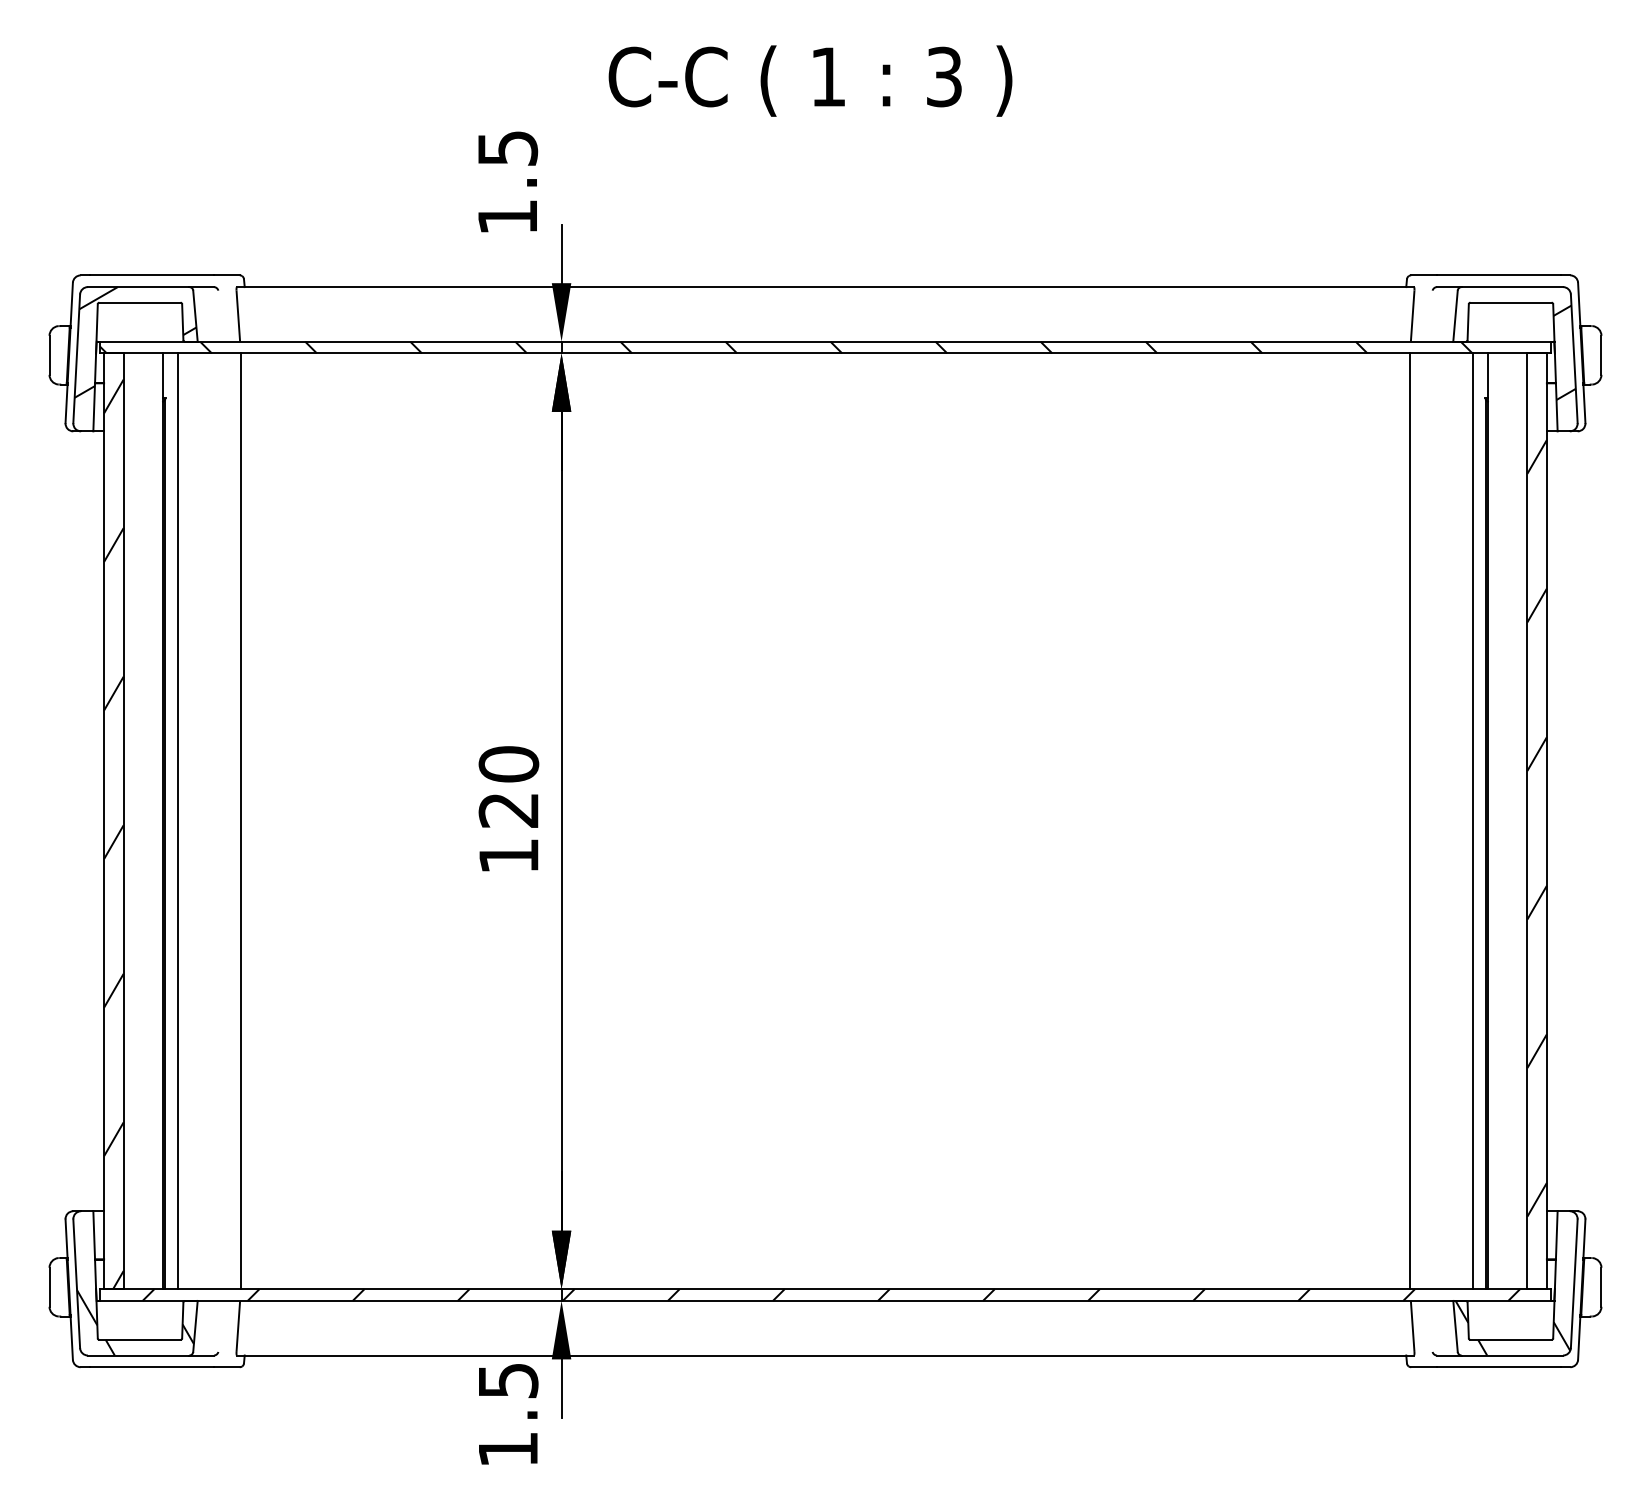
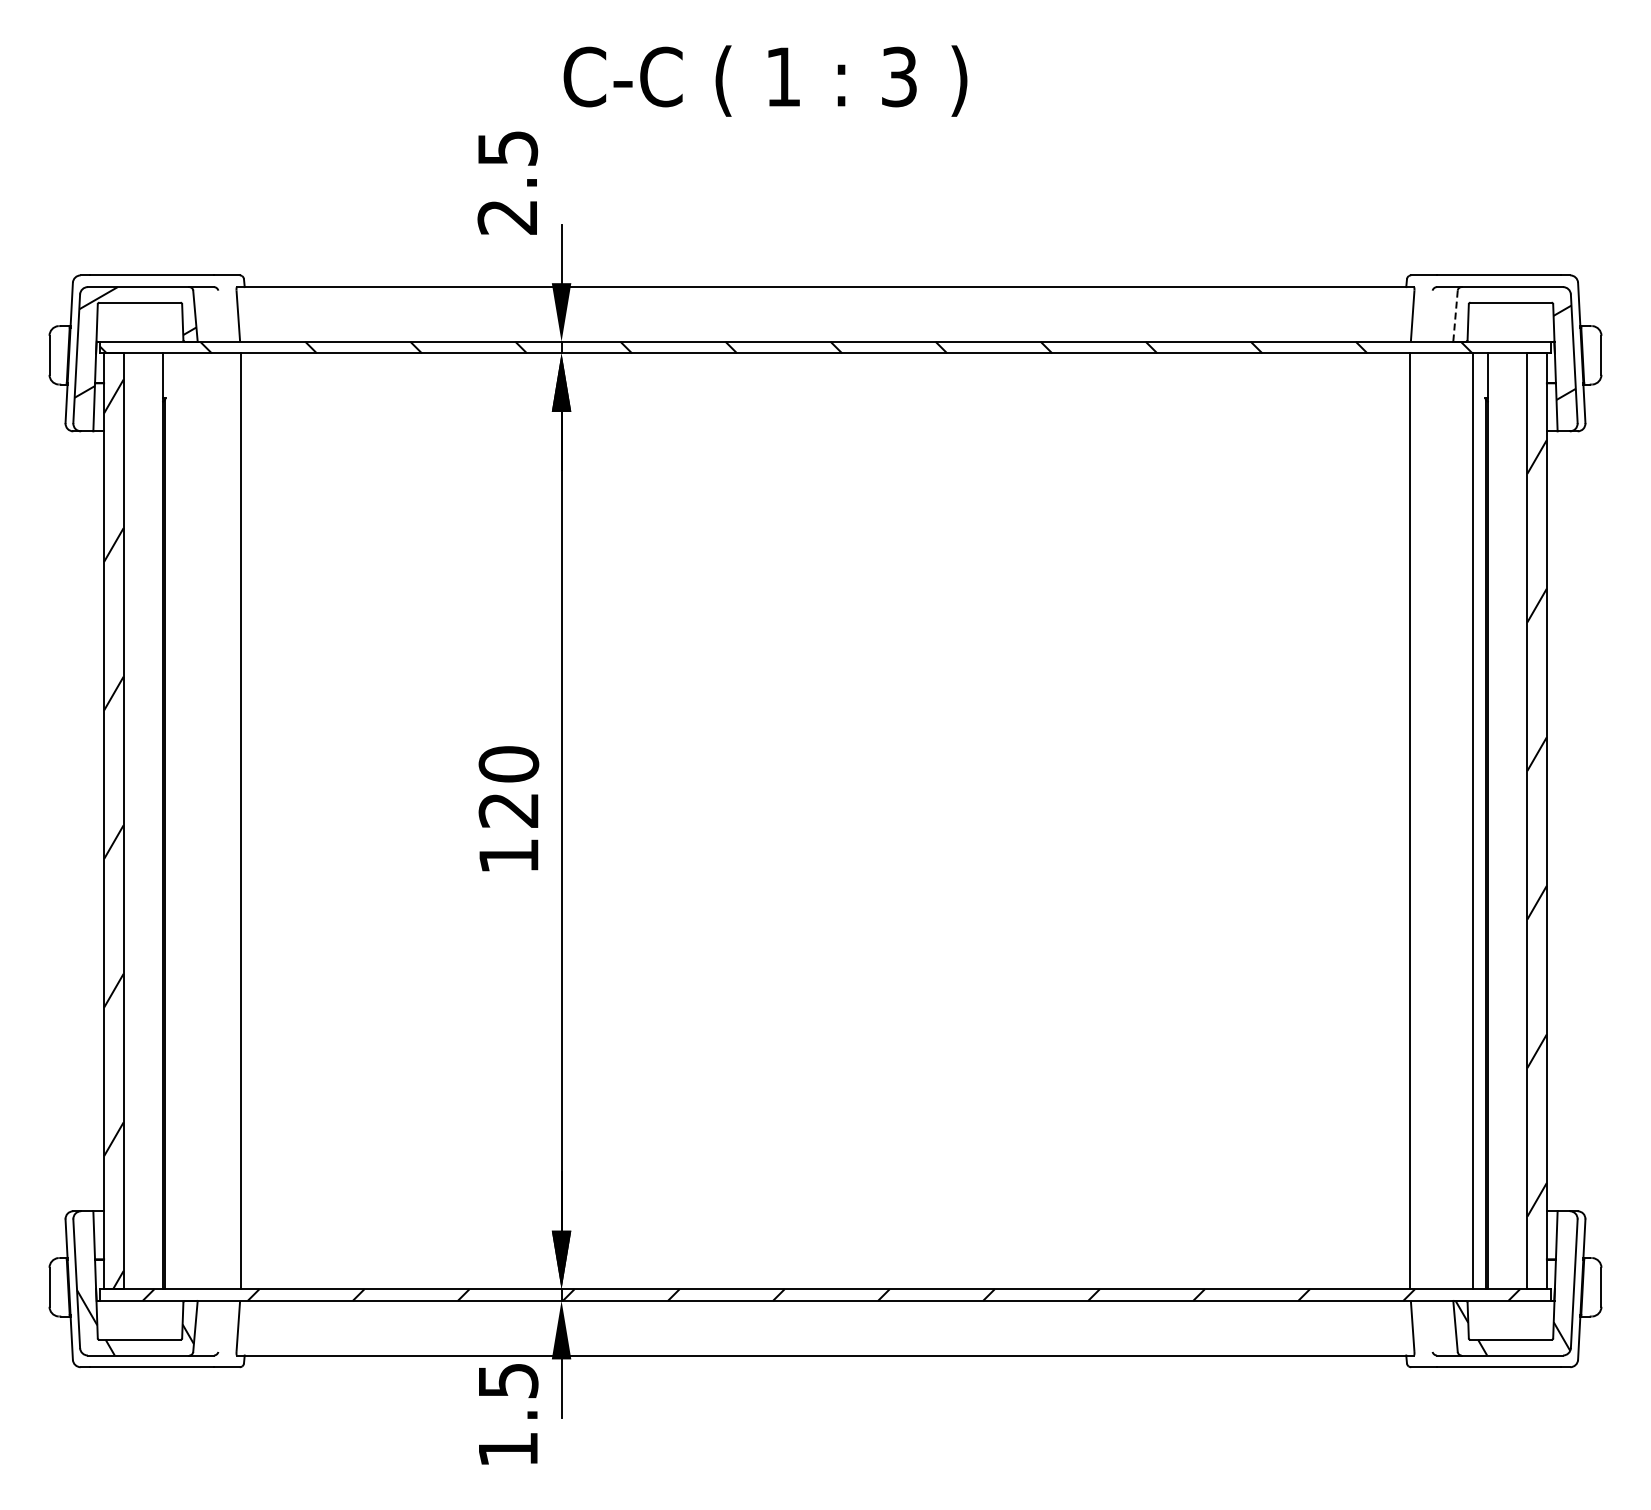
text at (810, 80) position: (810, 80) -> (765, 80)
text at (506, 217): 1.5 -> 2.5
line at (1455, 316): solid -> dashed
line at (178, 821): present -> none
